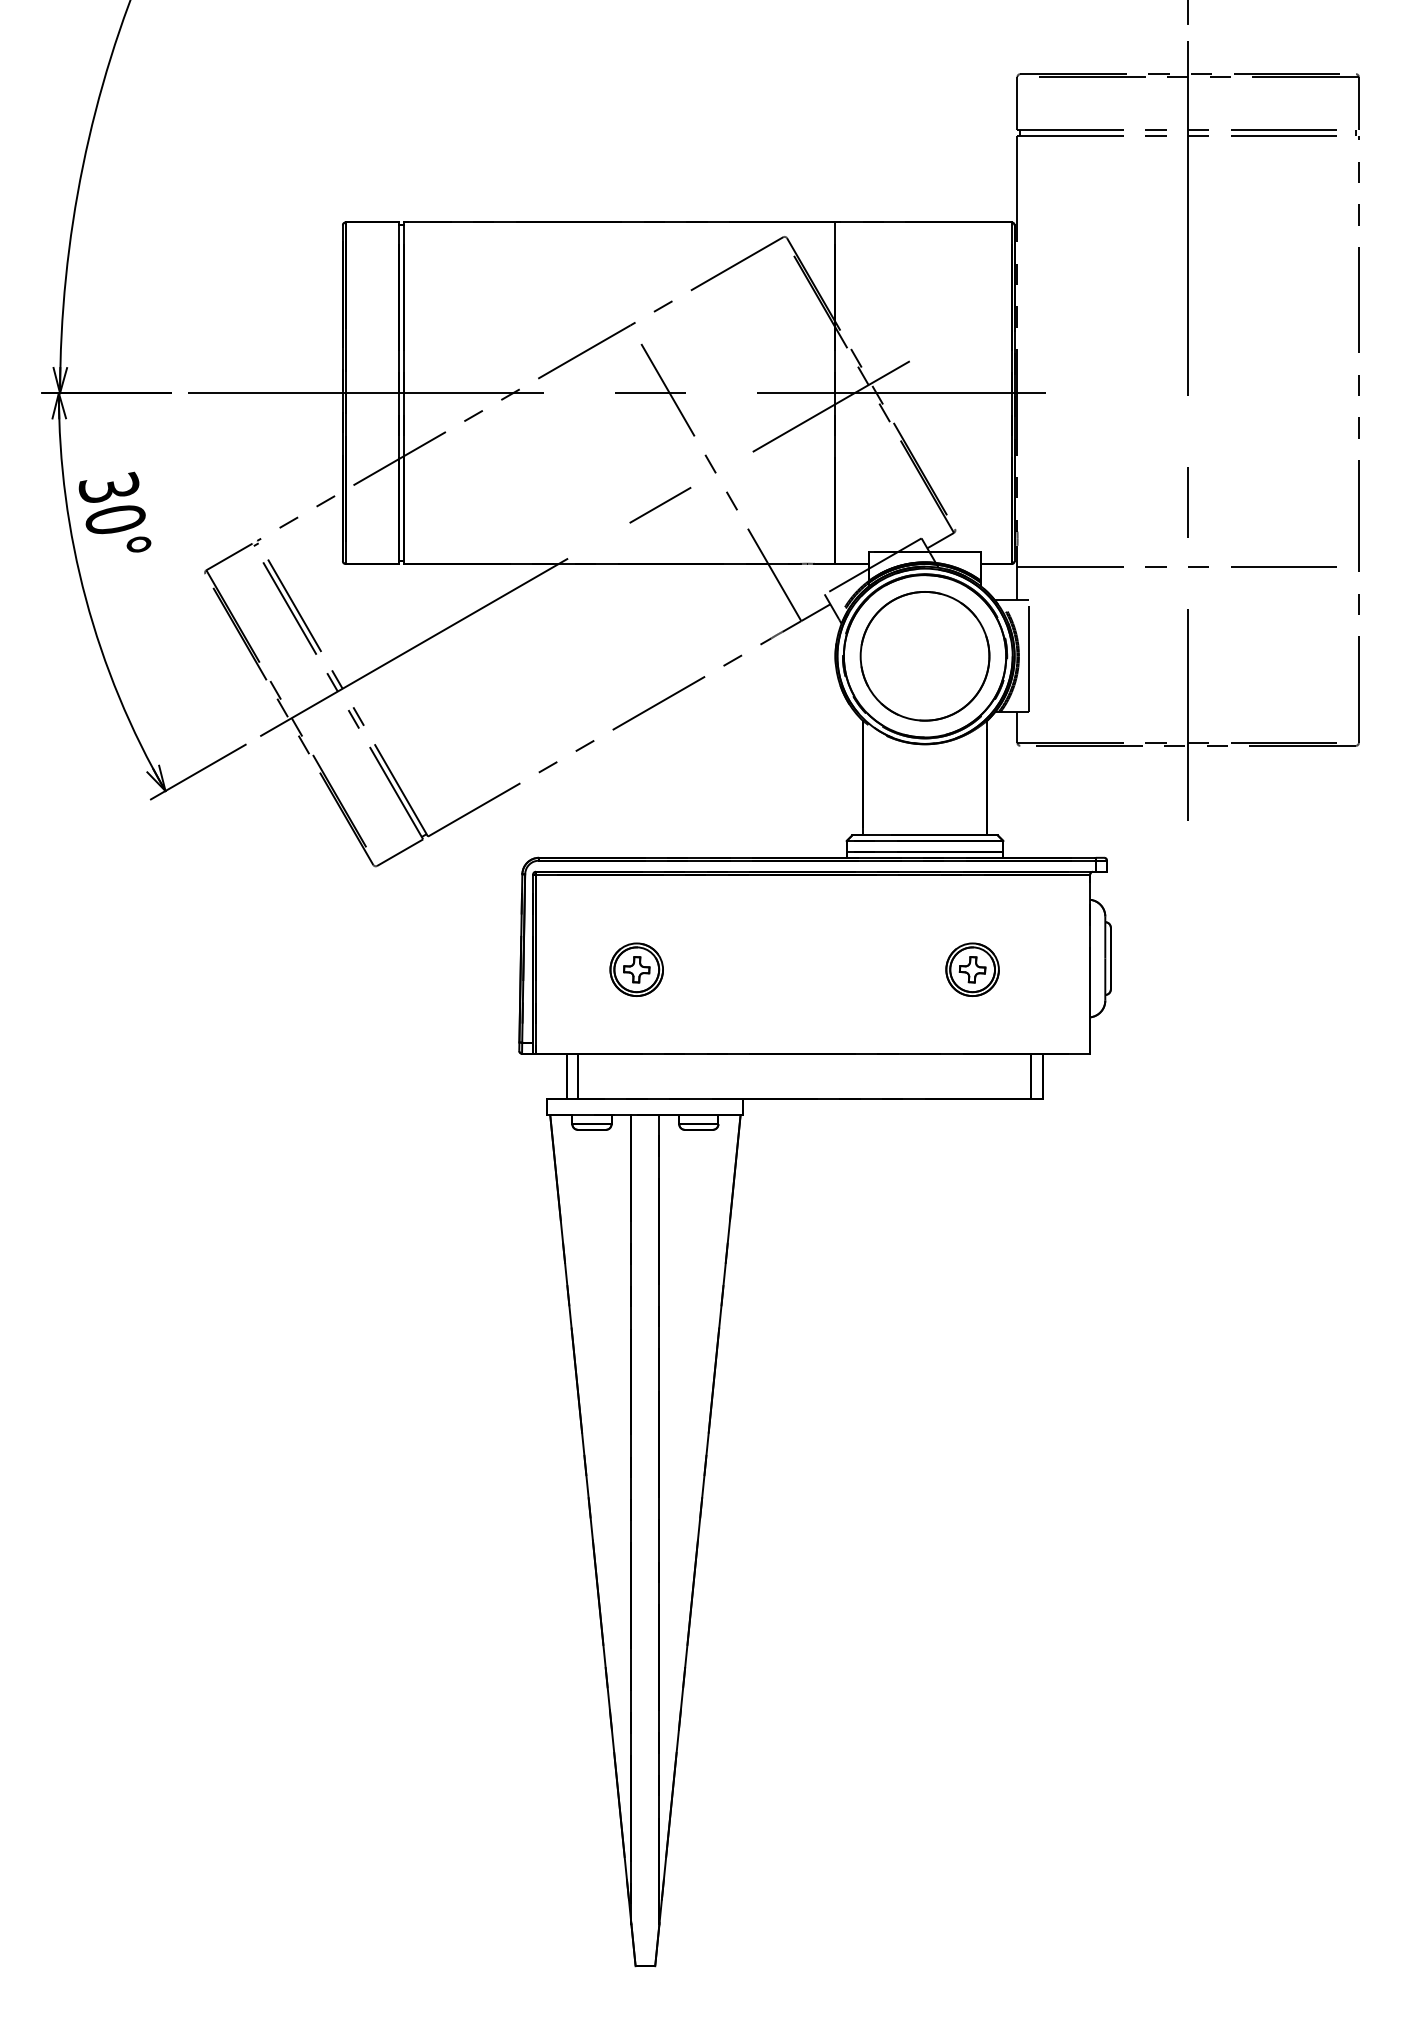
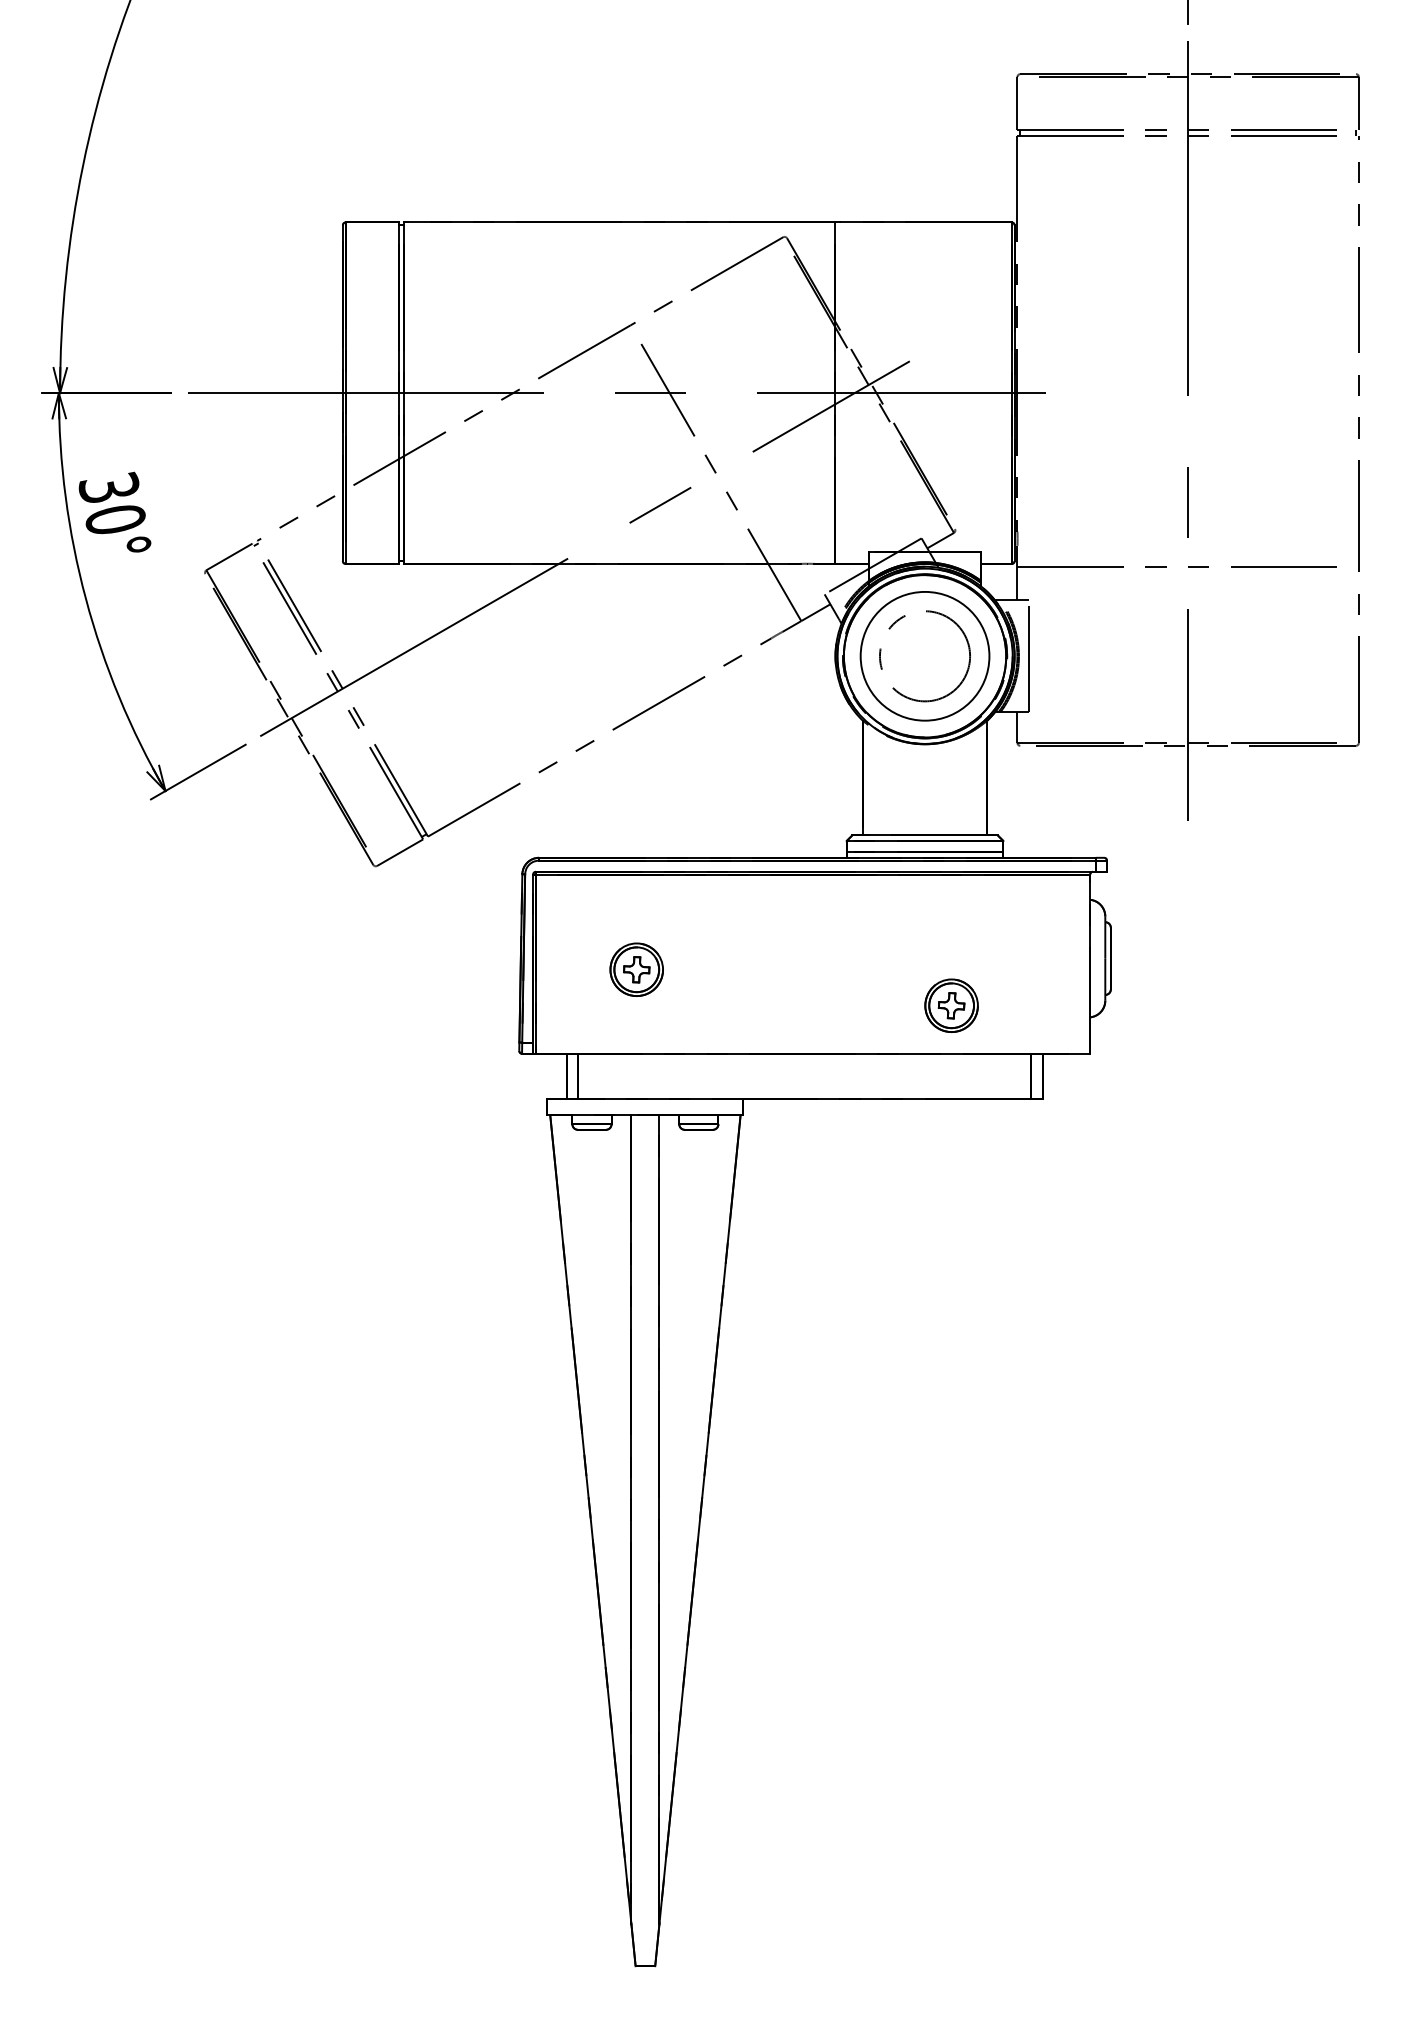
circle at (924, 655) diameter: 129 px -> 90 px
part at (972, 969) position: (972, 969) -> (951, 1005)
